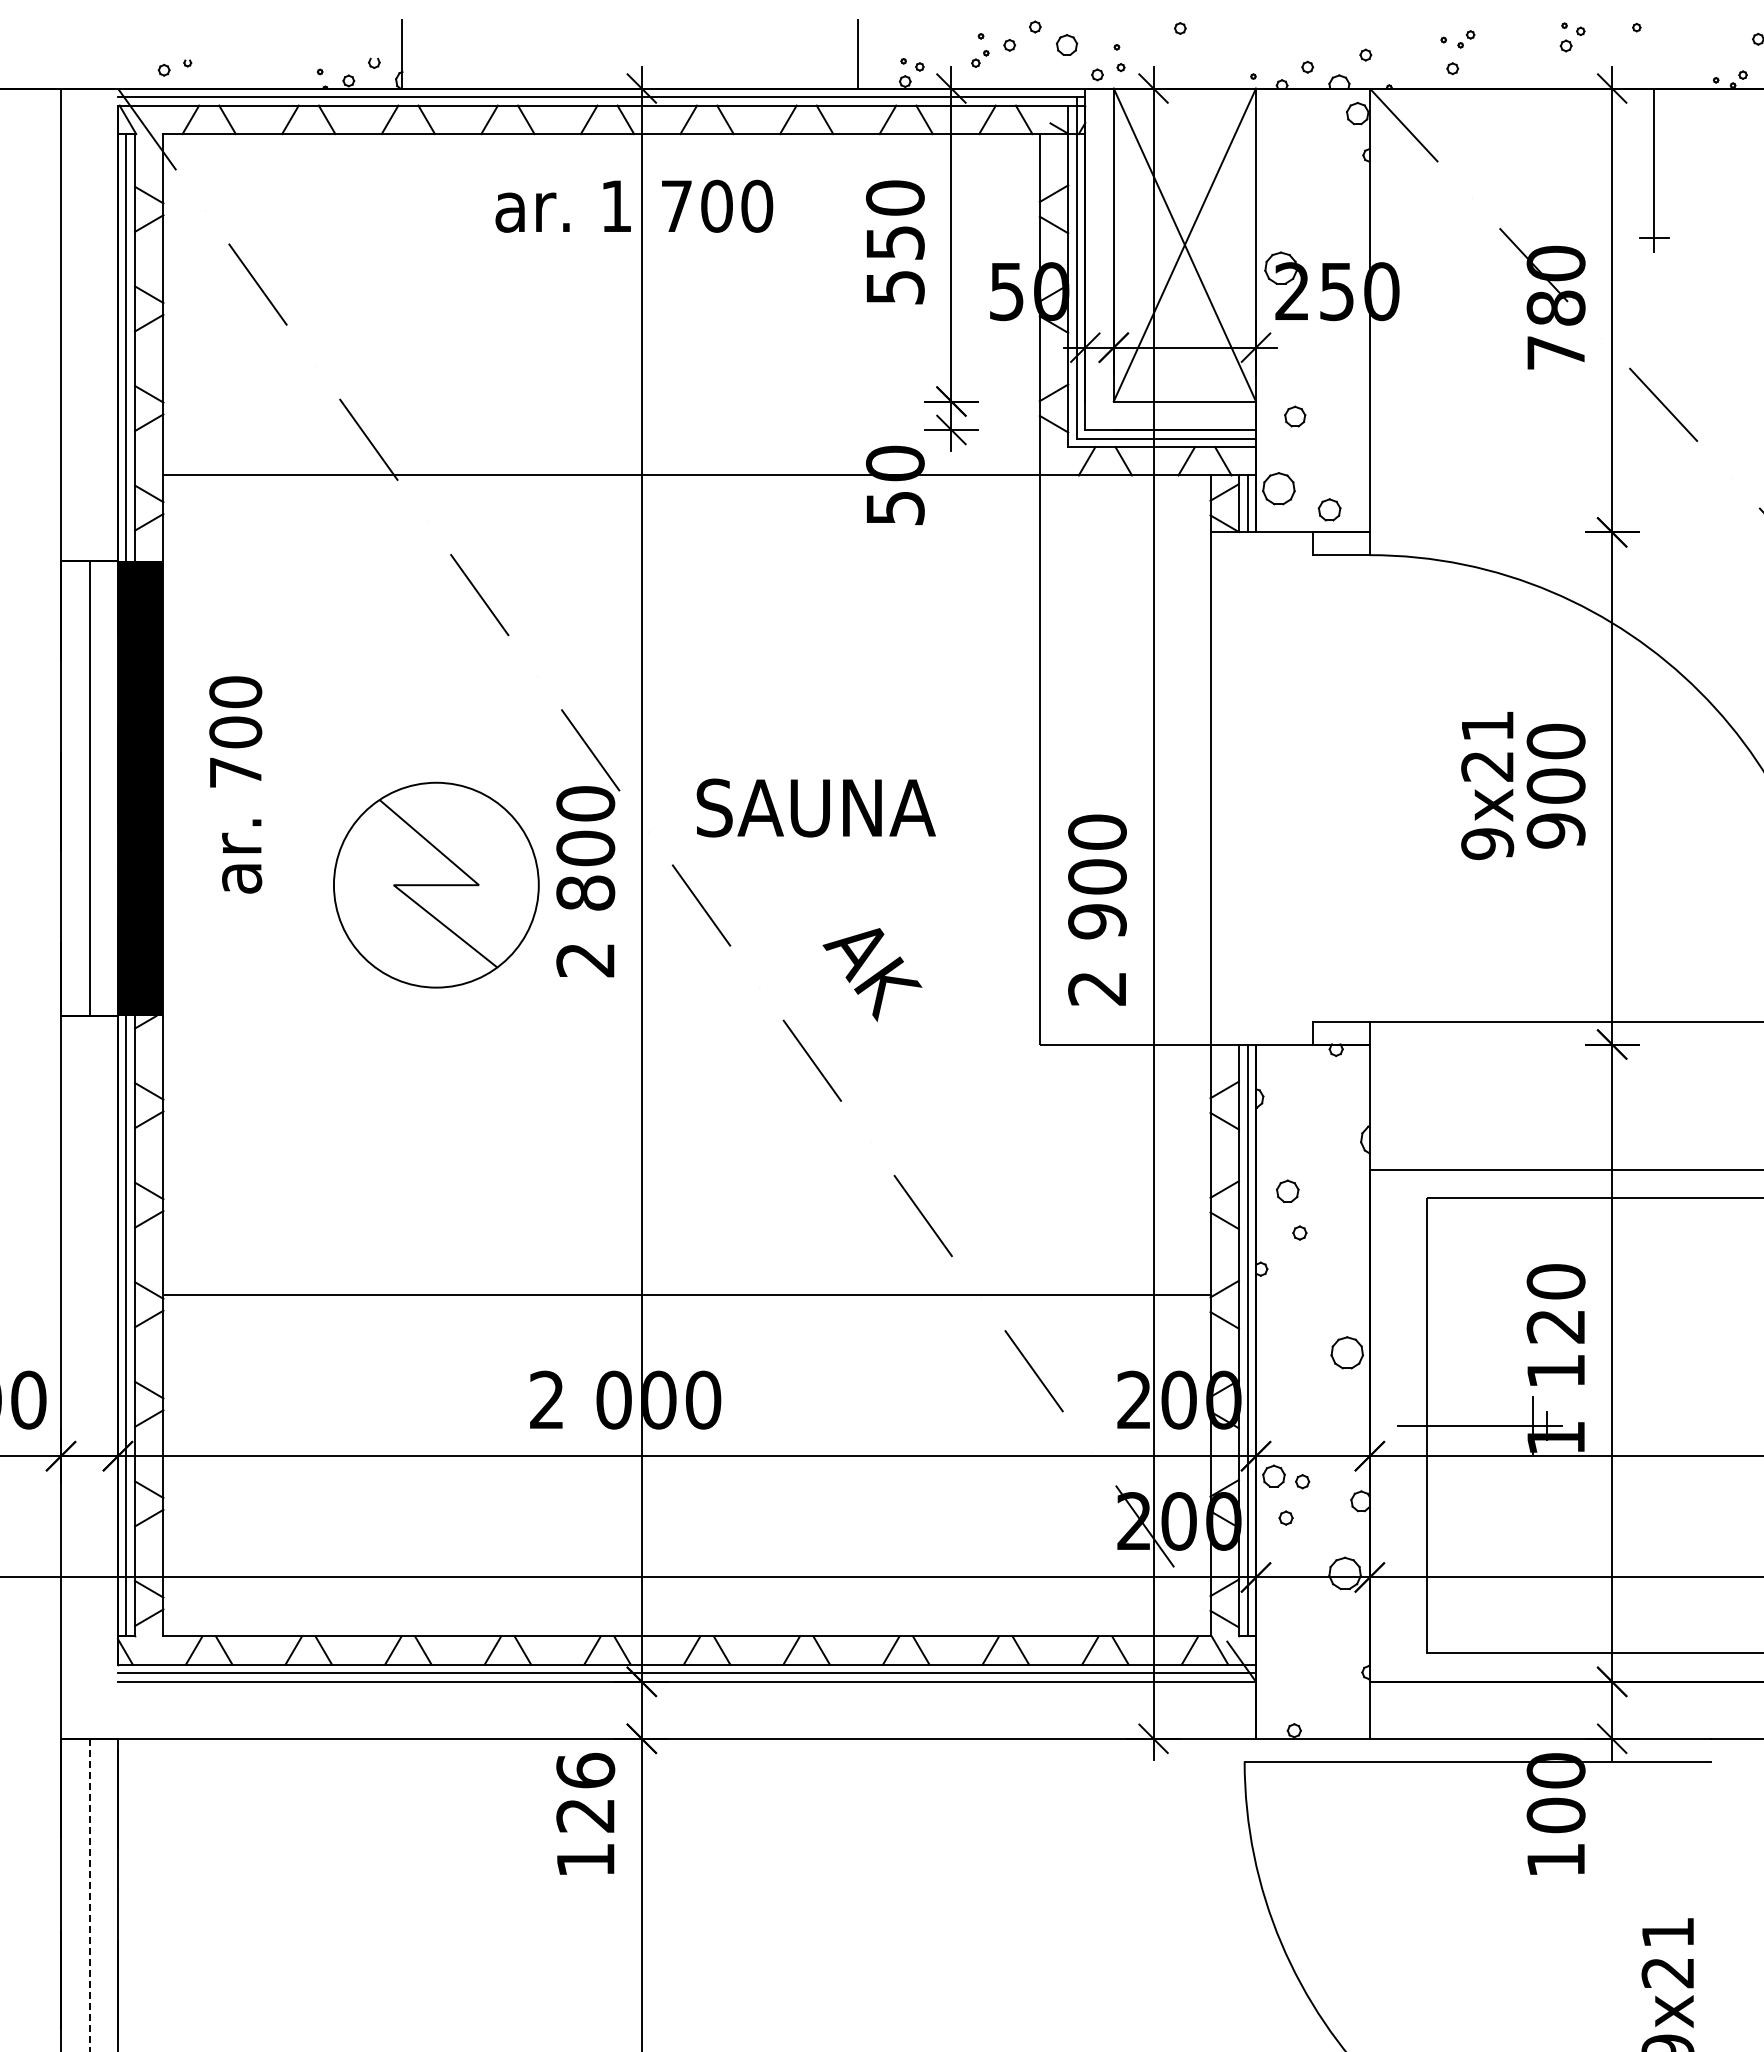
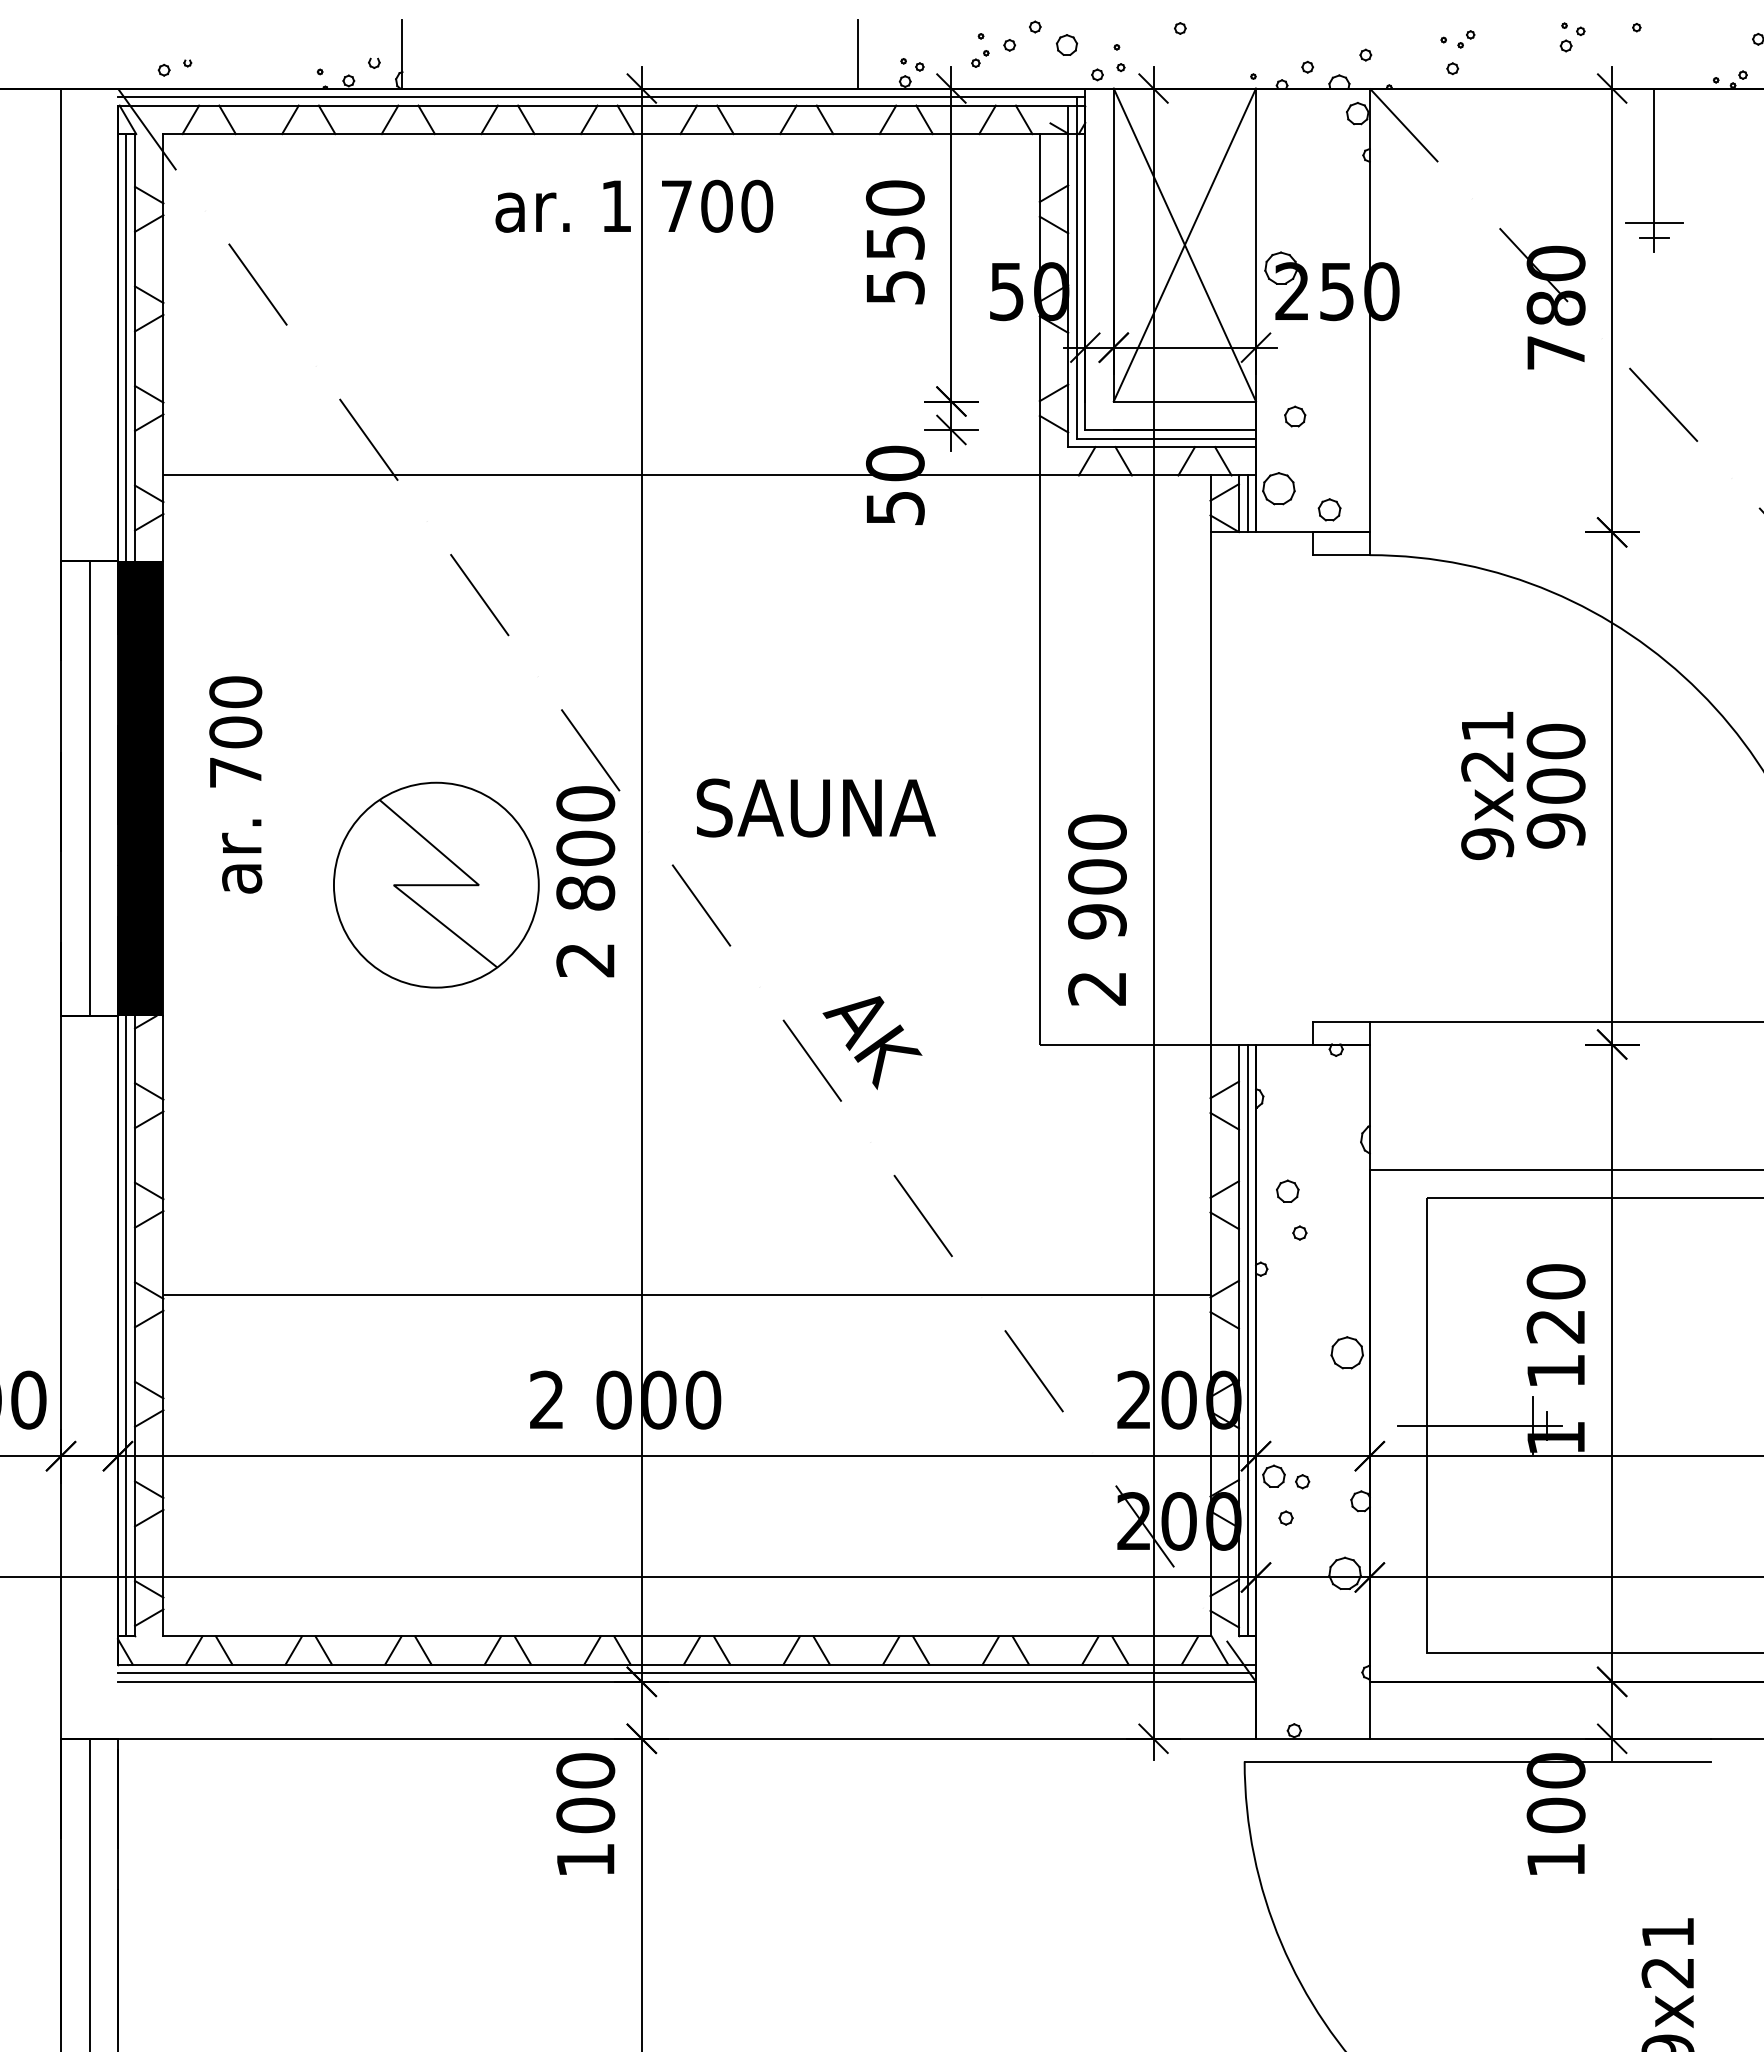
line at (1653, 223): none -> present
text at (872, 974) position: (872, 974) -> (872, 1042)
text at (585, 1792): 126 -> 100
line at (89, 1895): dashed -> solid
